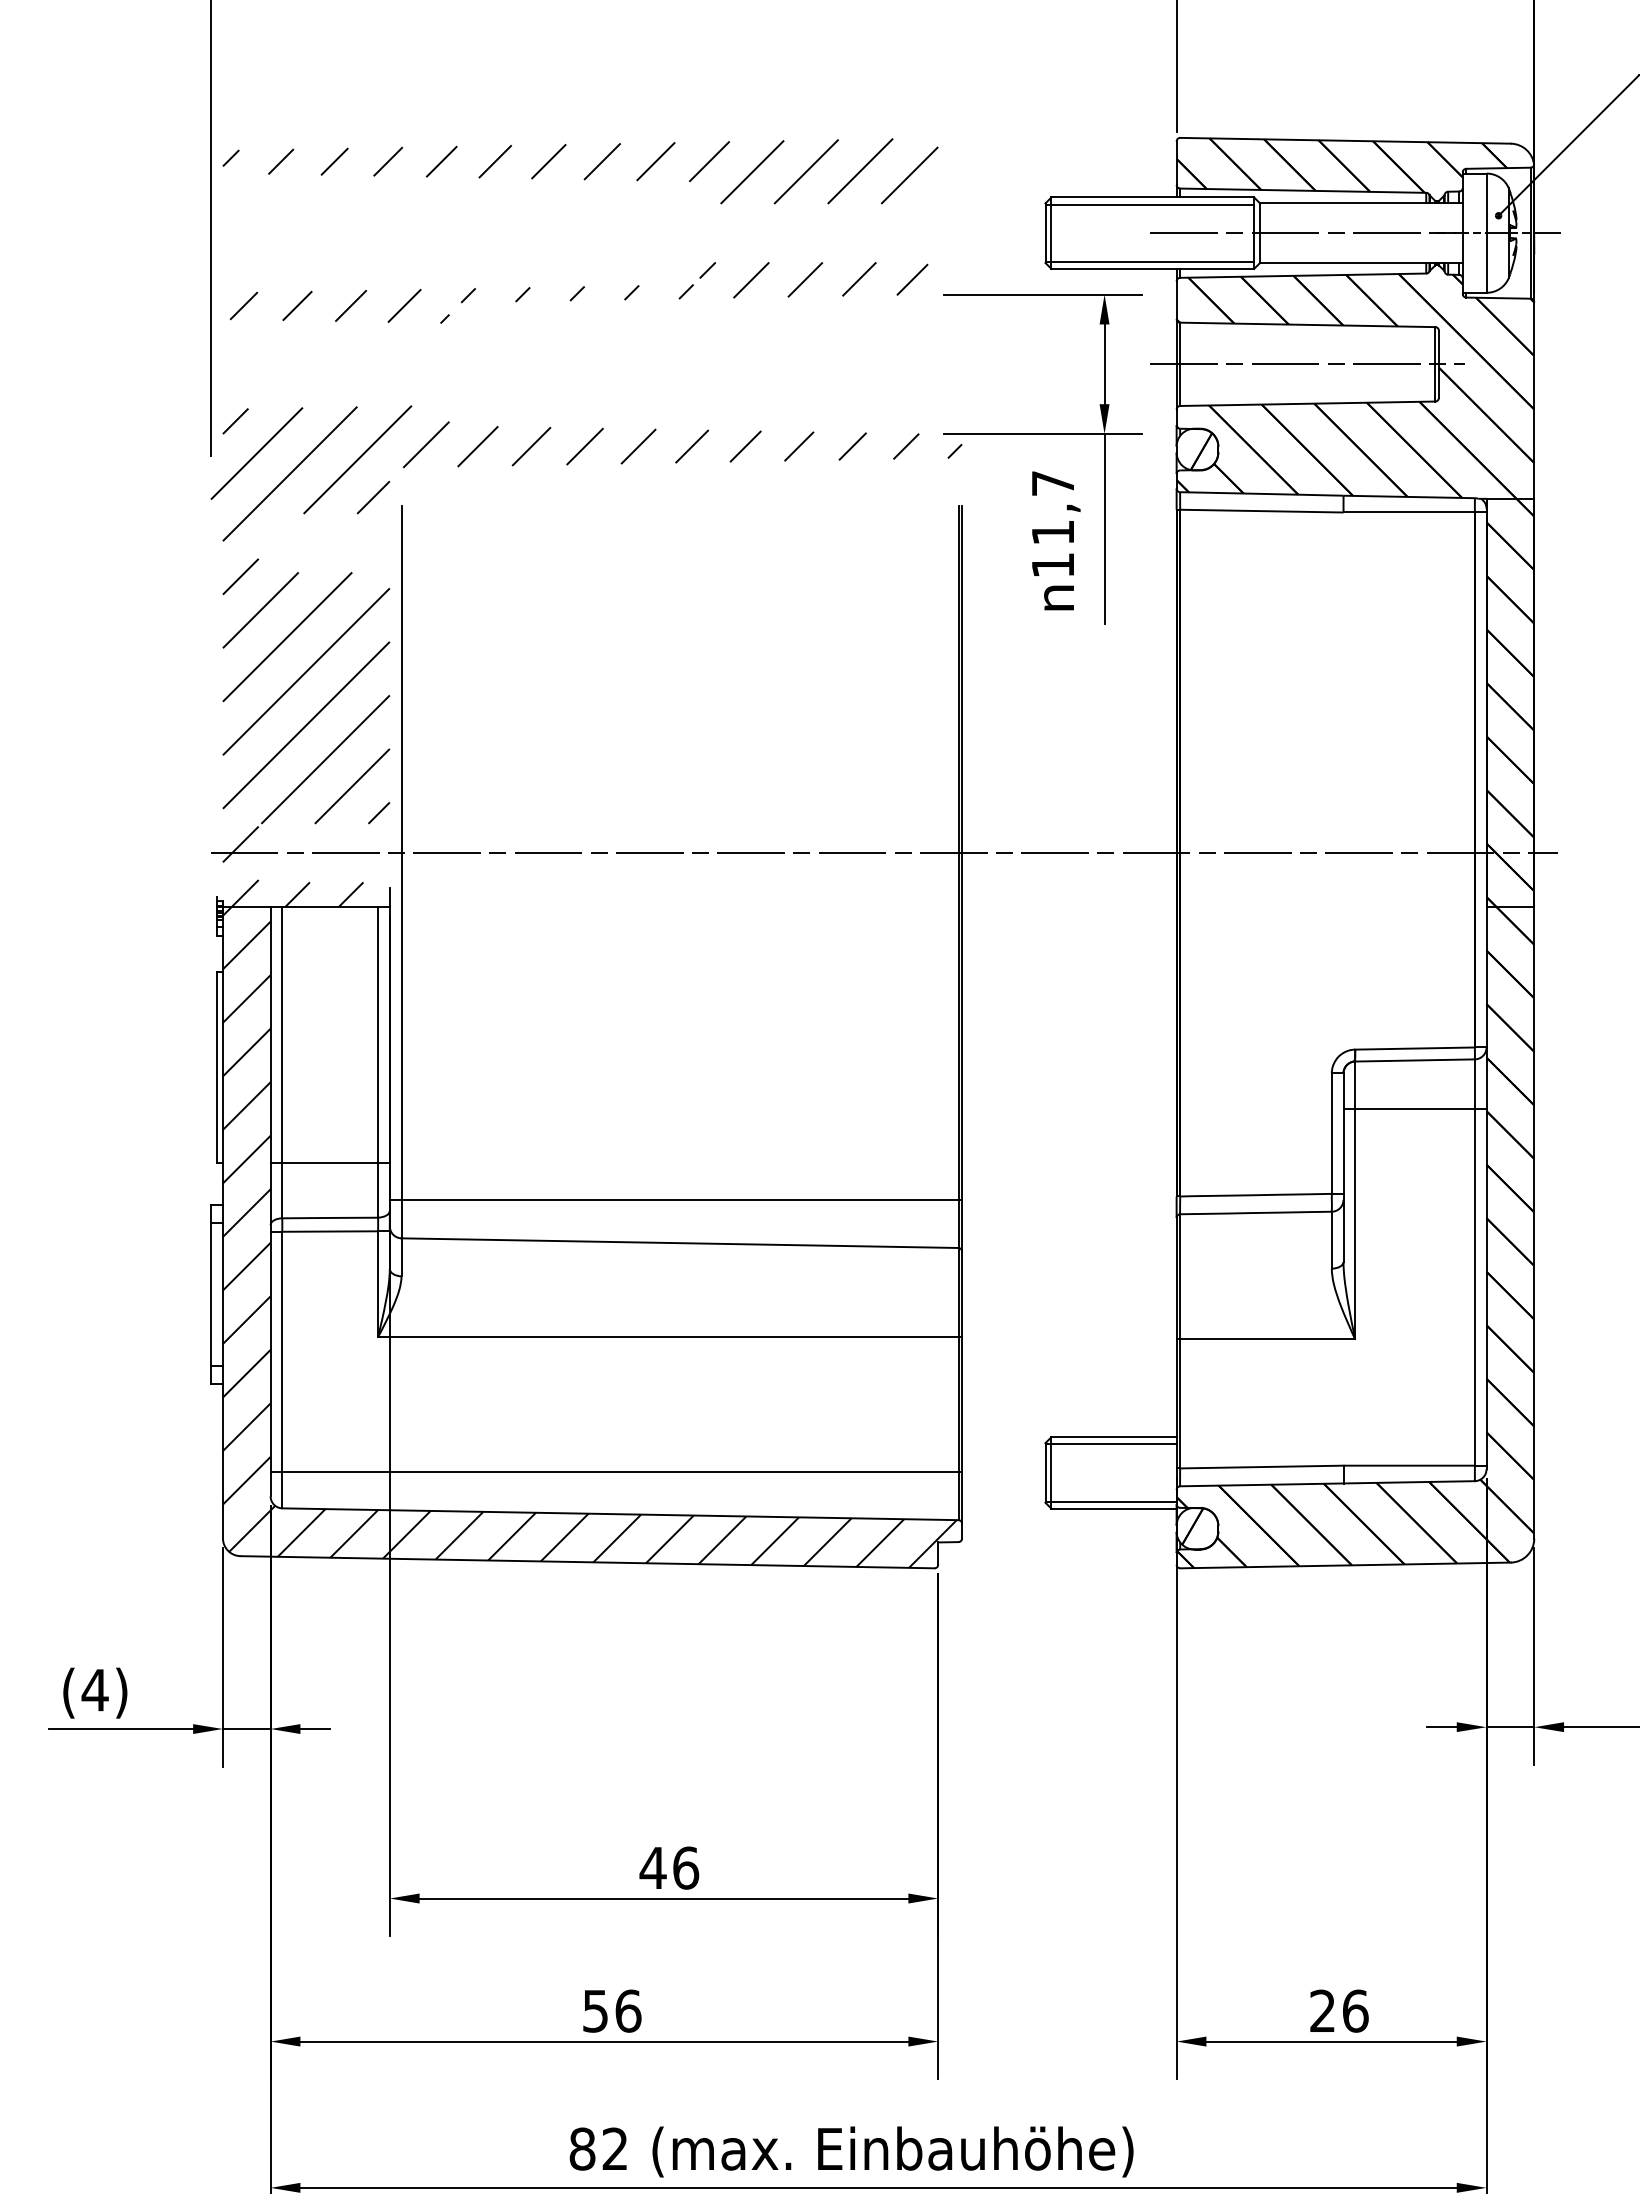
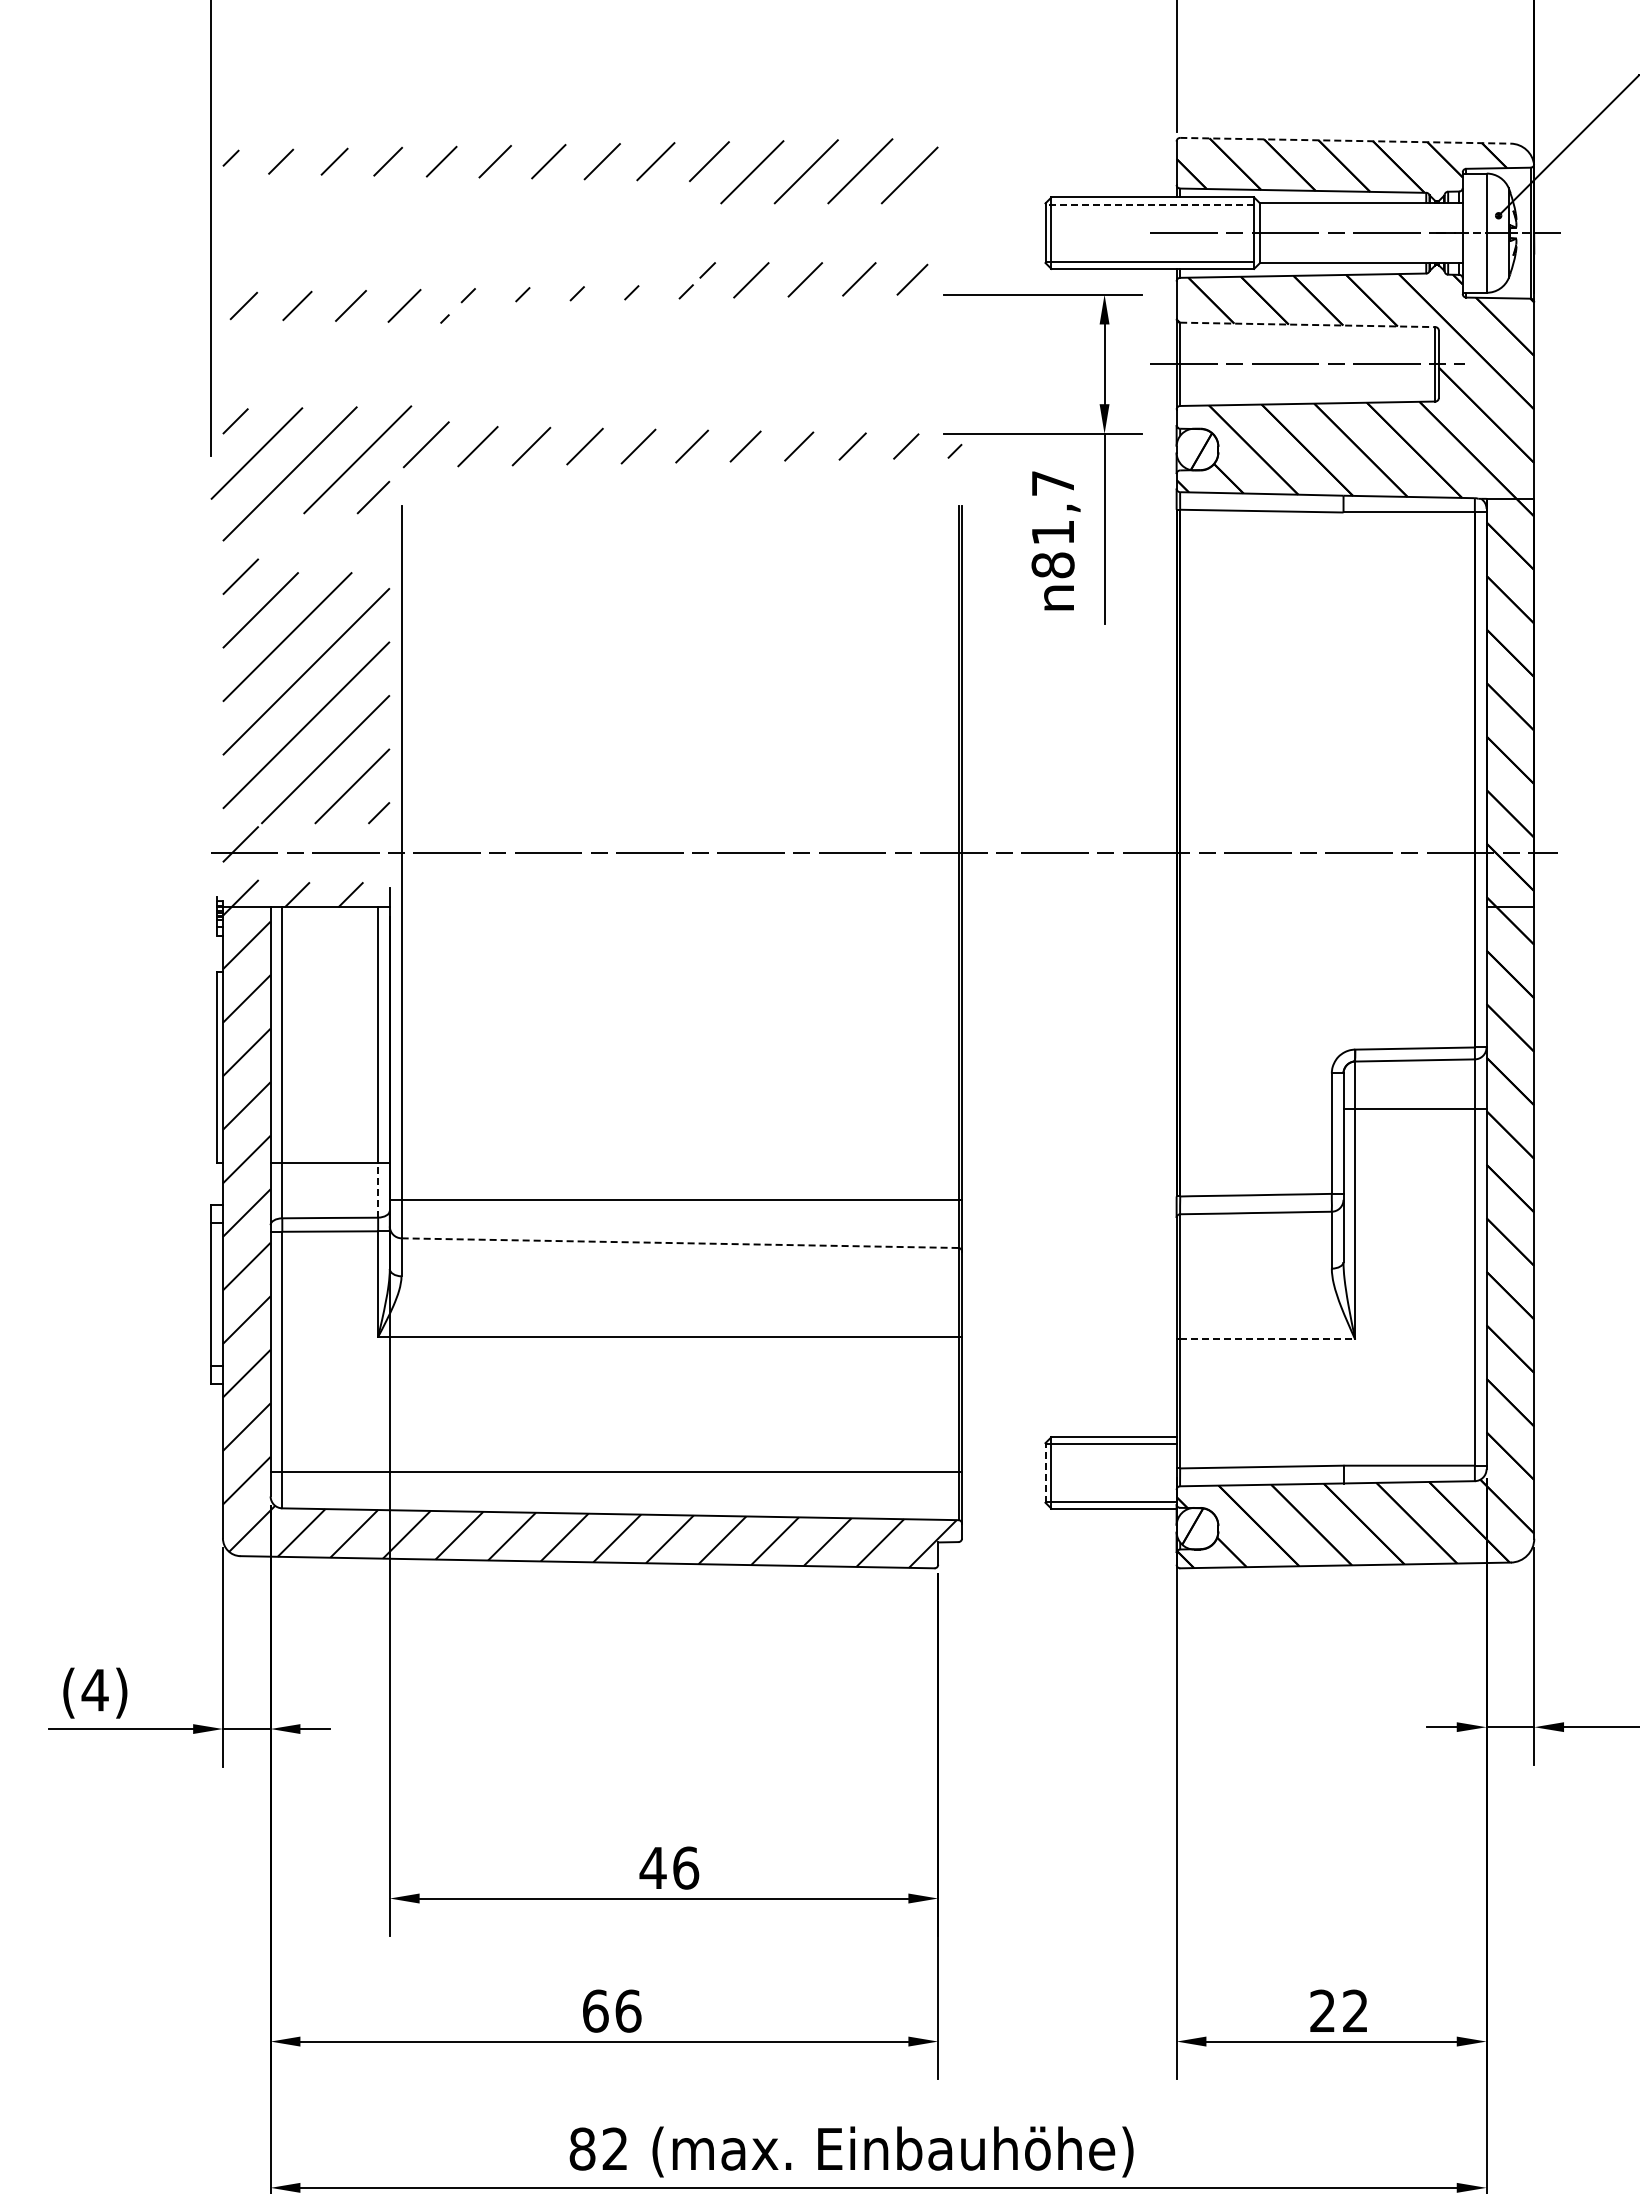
line at (1346, 140): solid -> dashed
line at (1149, 204): solid -> dashed
line at (1307, 324): solid -> dashed
text at (1052, 565): 11,7 -> 81,7
line at (378, 1189): solid -> dashed
line at (680, 1243): solid -> dashed
line at (1267, 1339): solid -> dashed
line at (1045, 1472): solid -> dashed
text at (595, 2010): 56 -> 66
text at (1355, 2010): 26 -> 22
